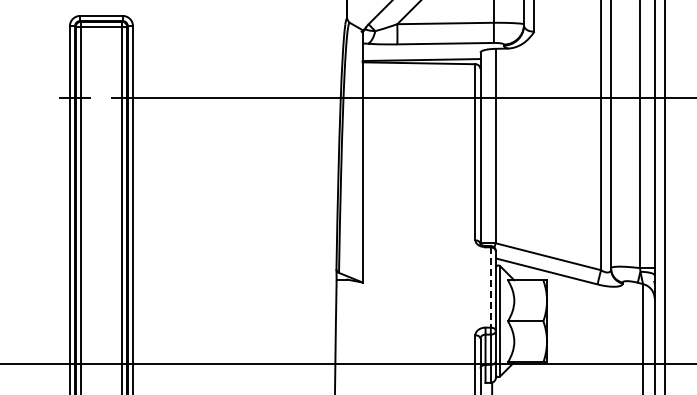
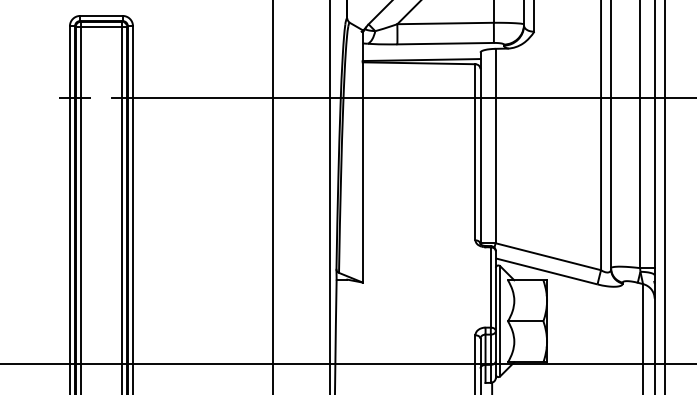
line at (273, 196): none -> present
line at (329, 196): none -> present
line at (490, 287): dashed -> solid
